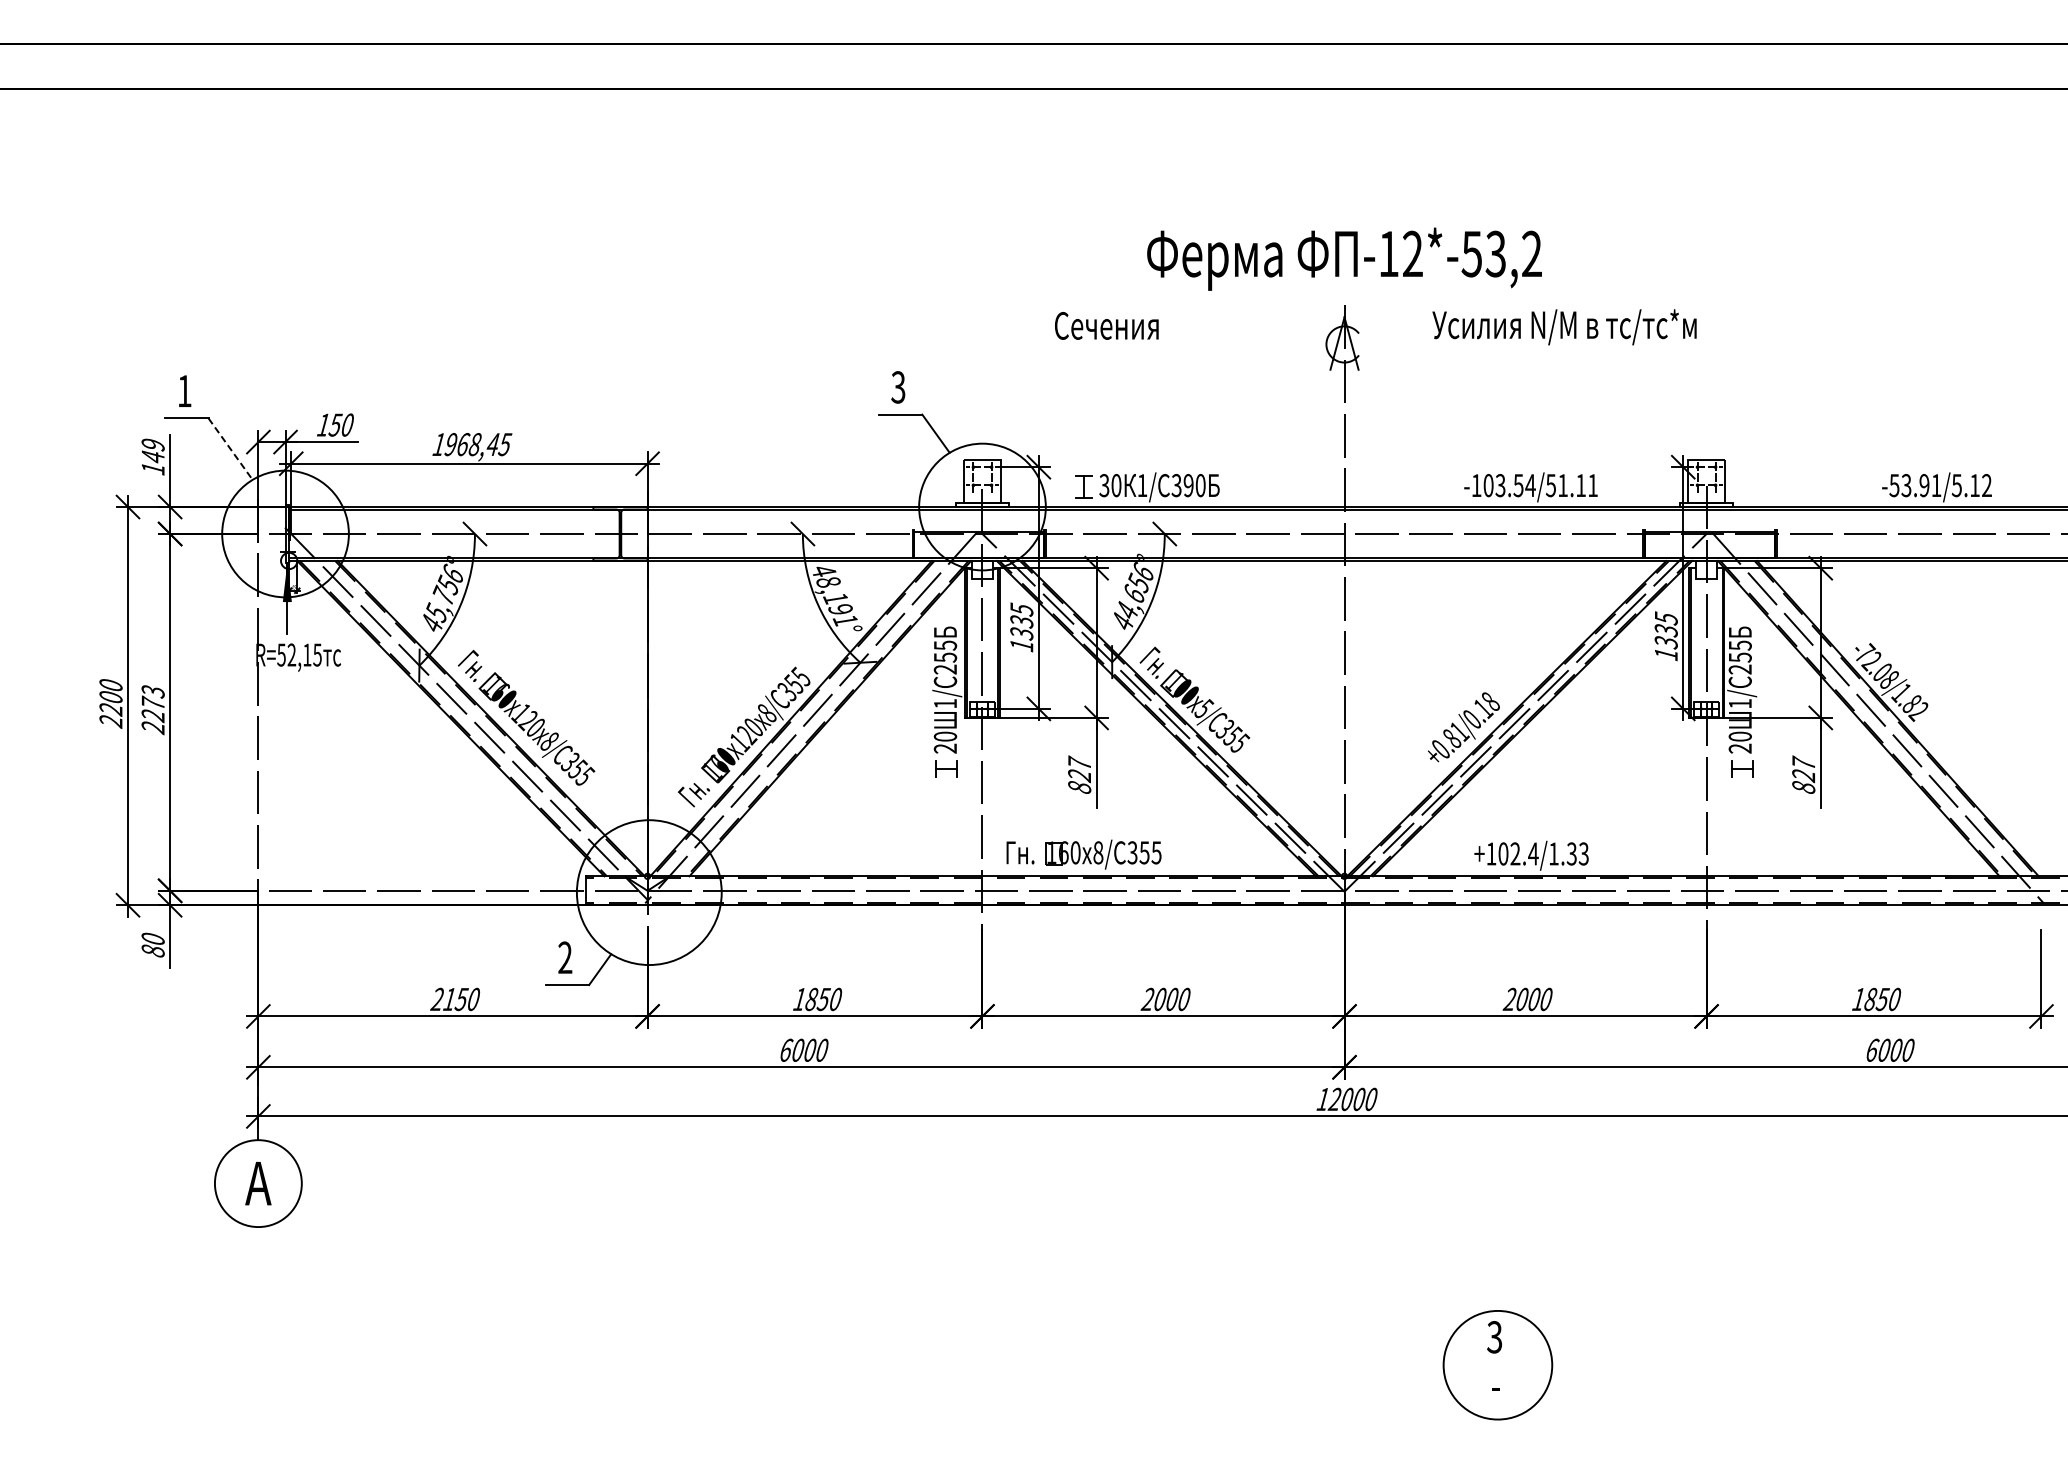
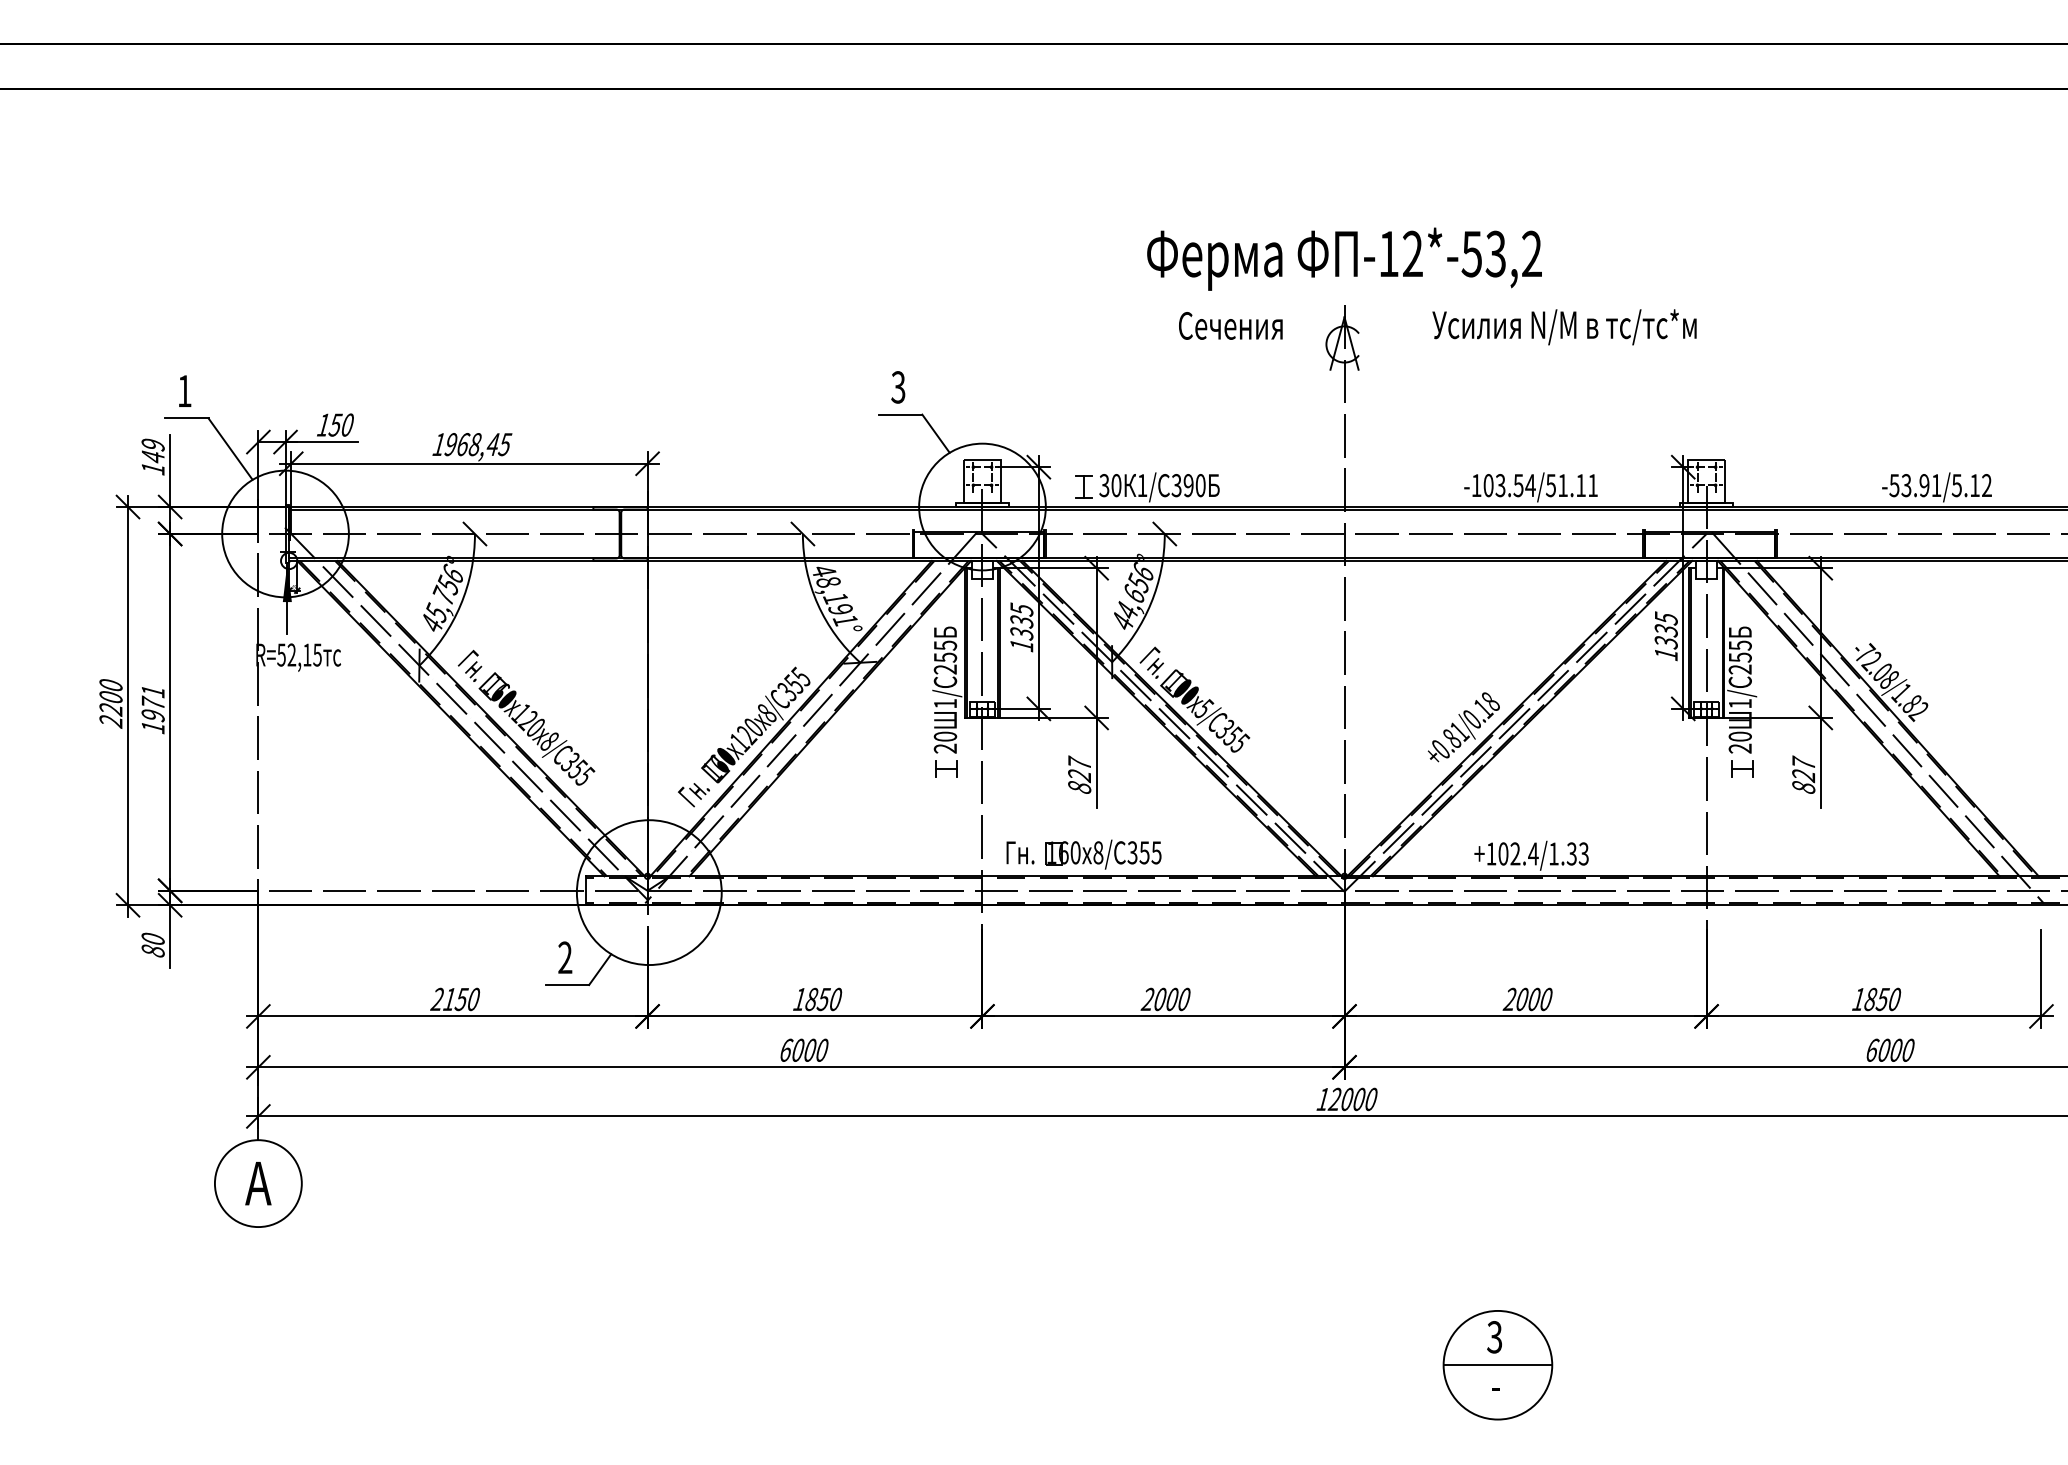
text at (1106, 325) position: (1106, 325) -> (1230, 325)
line at (230, 449): dashed -> solid
text at (152, 710): 2273 -> 1971
line at (1497, 1365): none -> present
